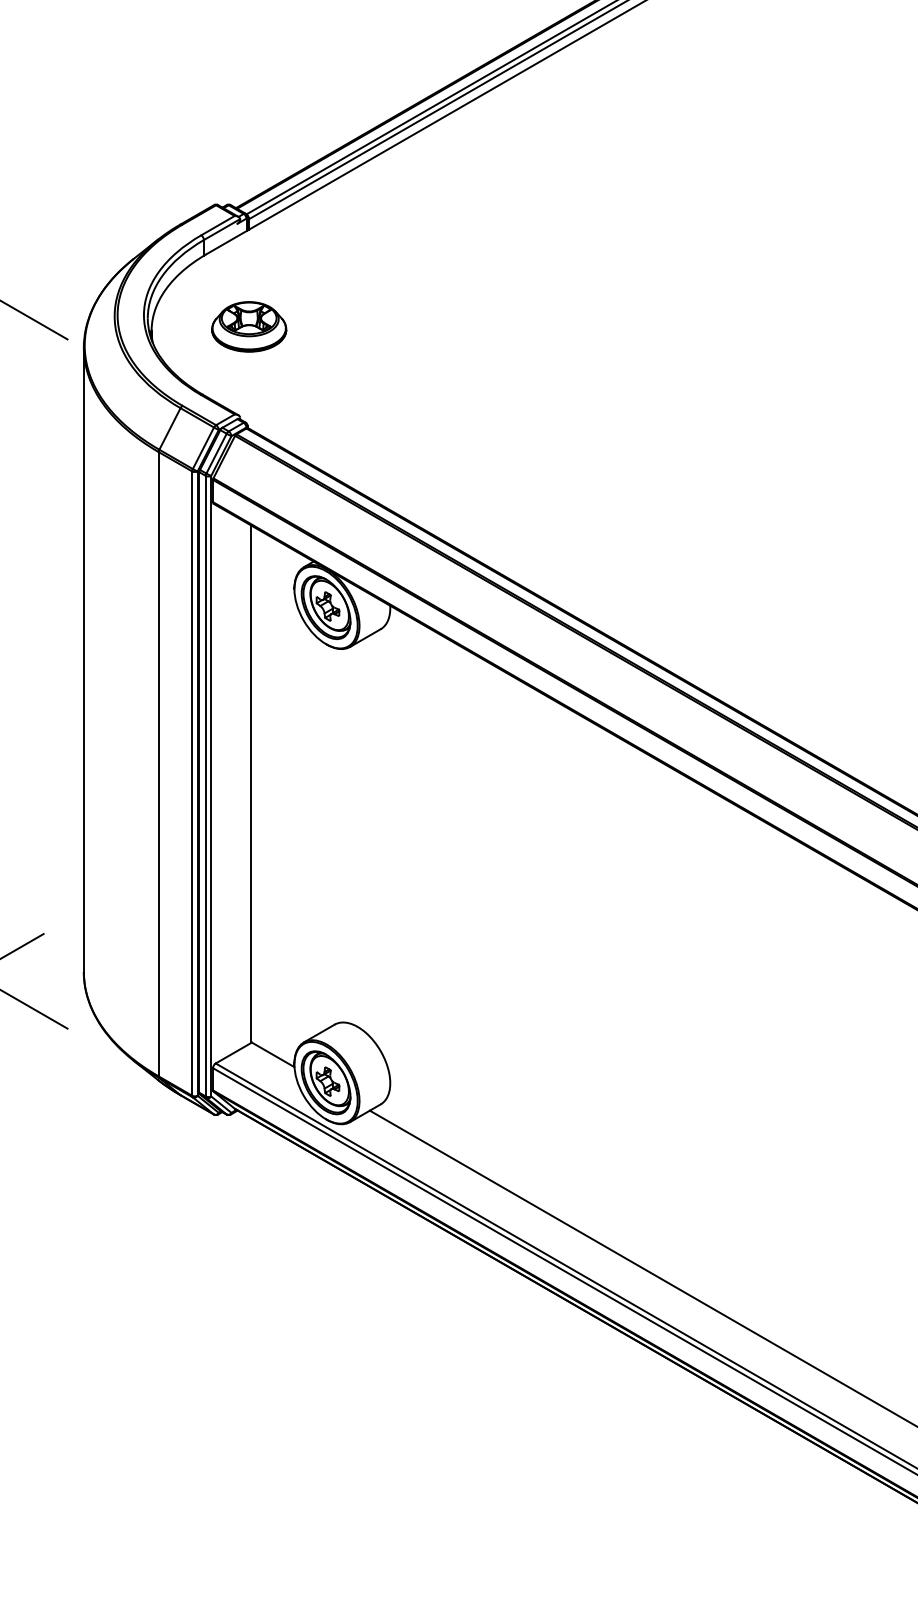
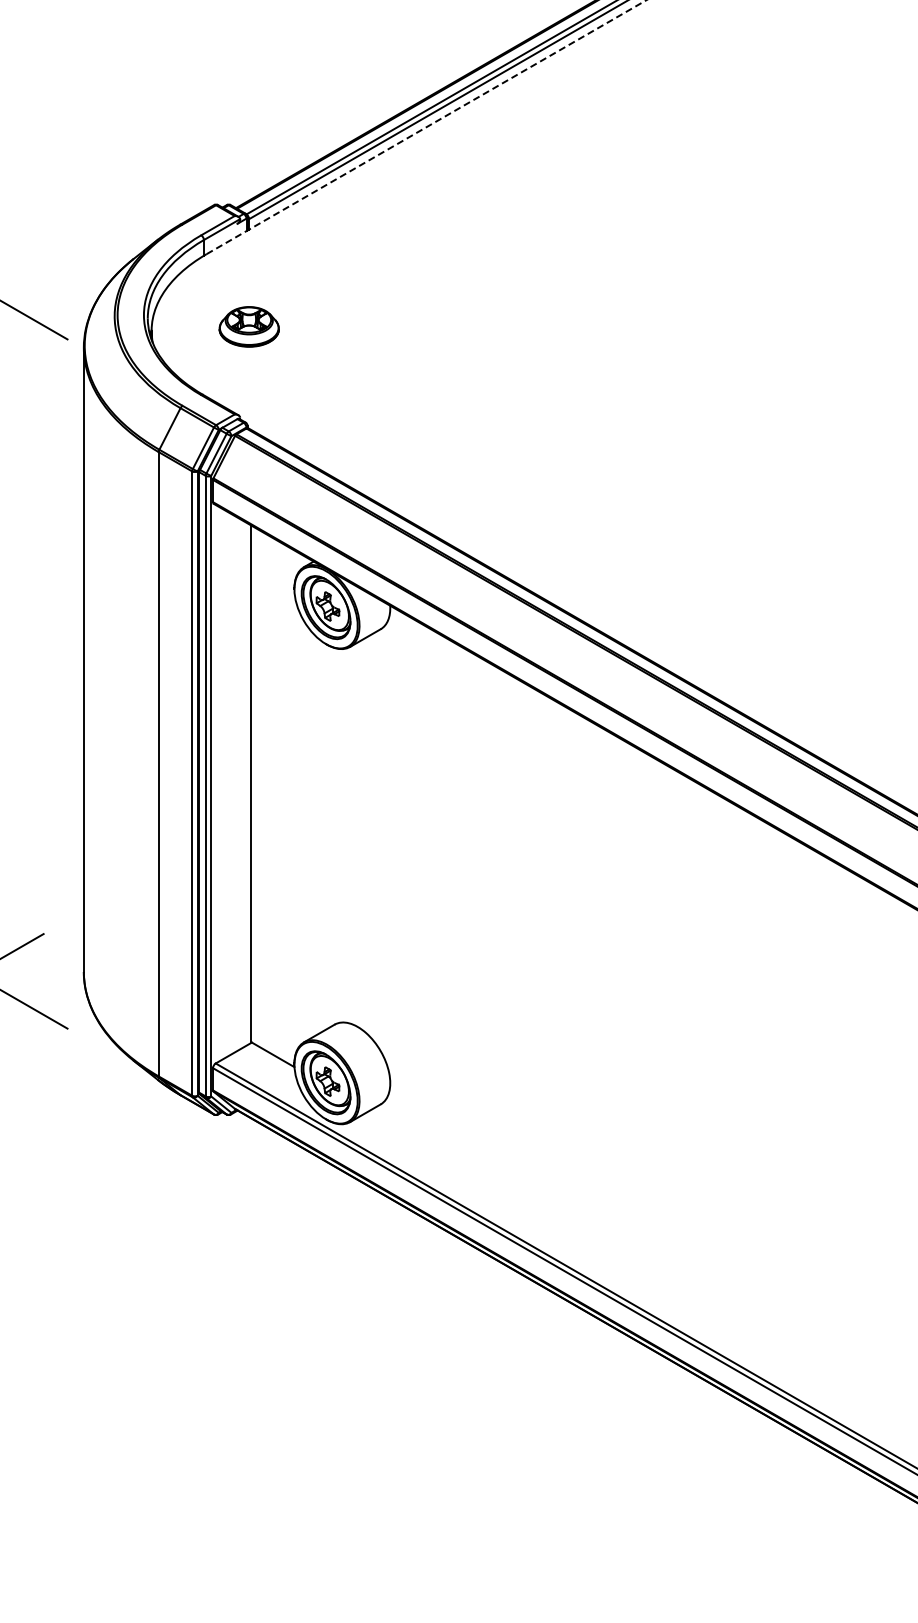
line at (426, 127): solid -> dashed
part at (249, 326) size: 77x52 px -> 62x42 px
line at (641, 1267): present -> none
